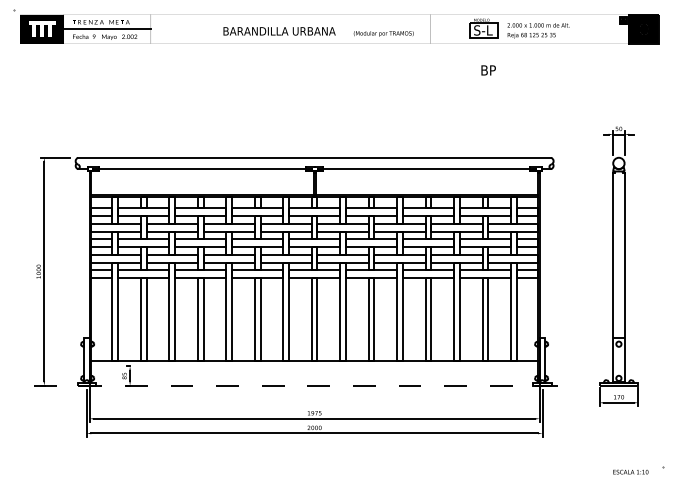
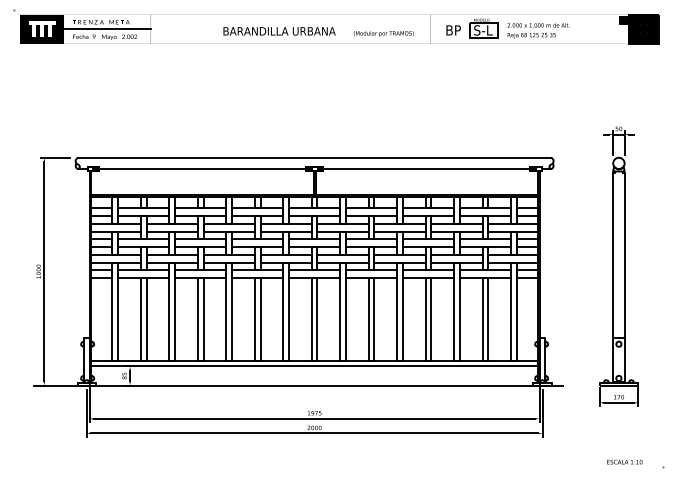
text at (488, 70) position: (488, 70) -> (453, 30)
line at (314, 366): none -> present
line at (298, 385): dashed -> solid
text at (630, 471) position: (630, 471) -> (624, 461)
